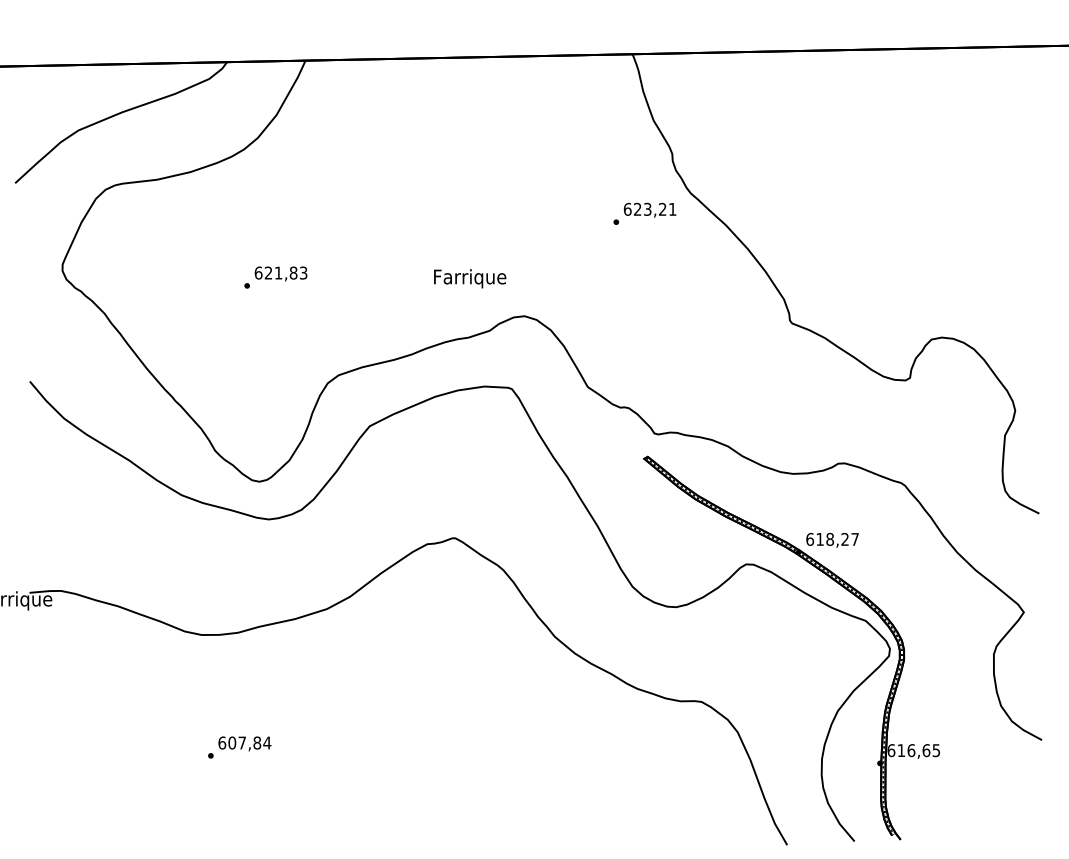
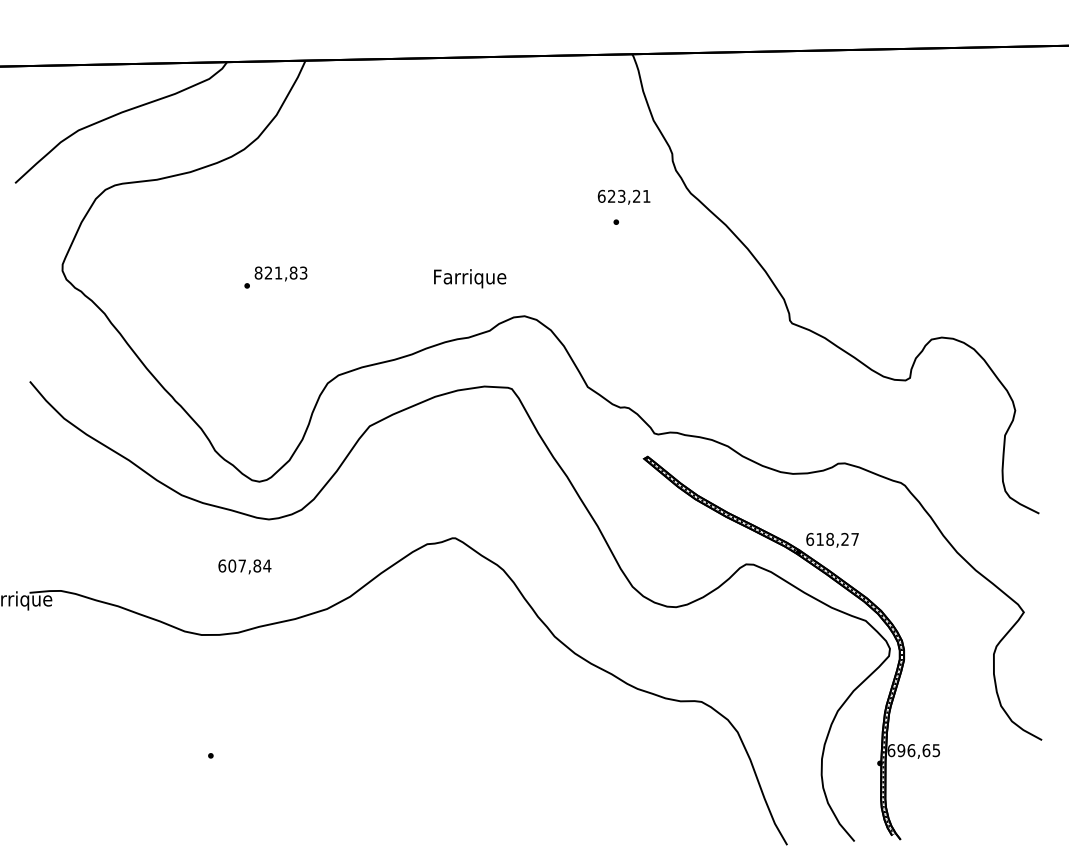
text at (649, 209) position: (649, 209) -> (623, 196)
text at (258, 272): 621,83 -> 821,83
text at (244, 743) position: (244, 743) -> (244, 566)
text at (901, 750): 616,65 -> 696,65
